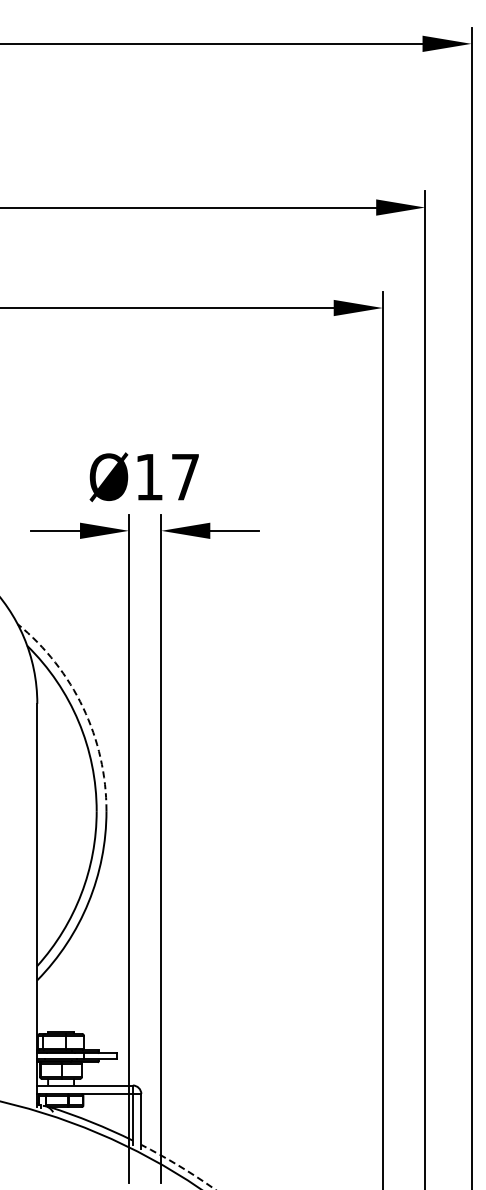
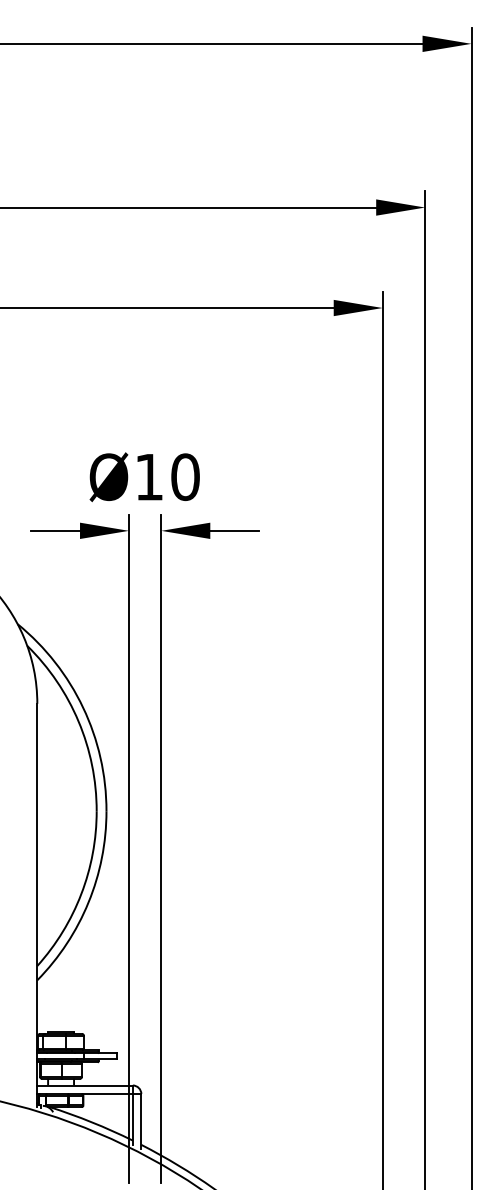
text at (185, 477): Ø17 -> Ø10
arc at (83, 707): dashed -> solid
arc at (179, 1166): dashed -> solid
